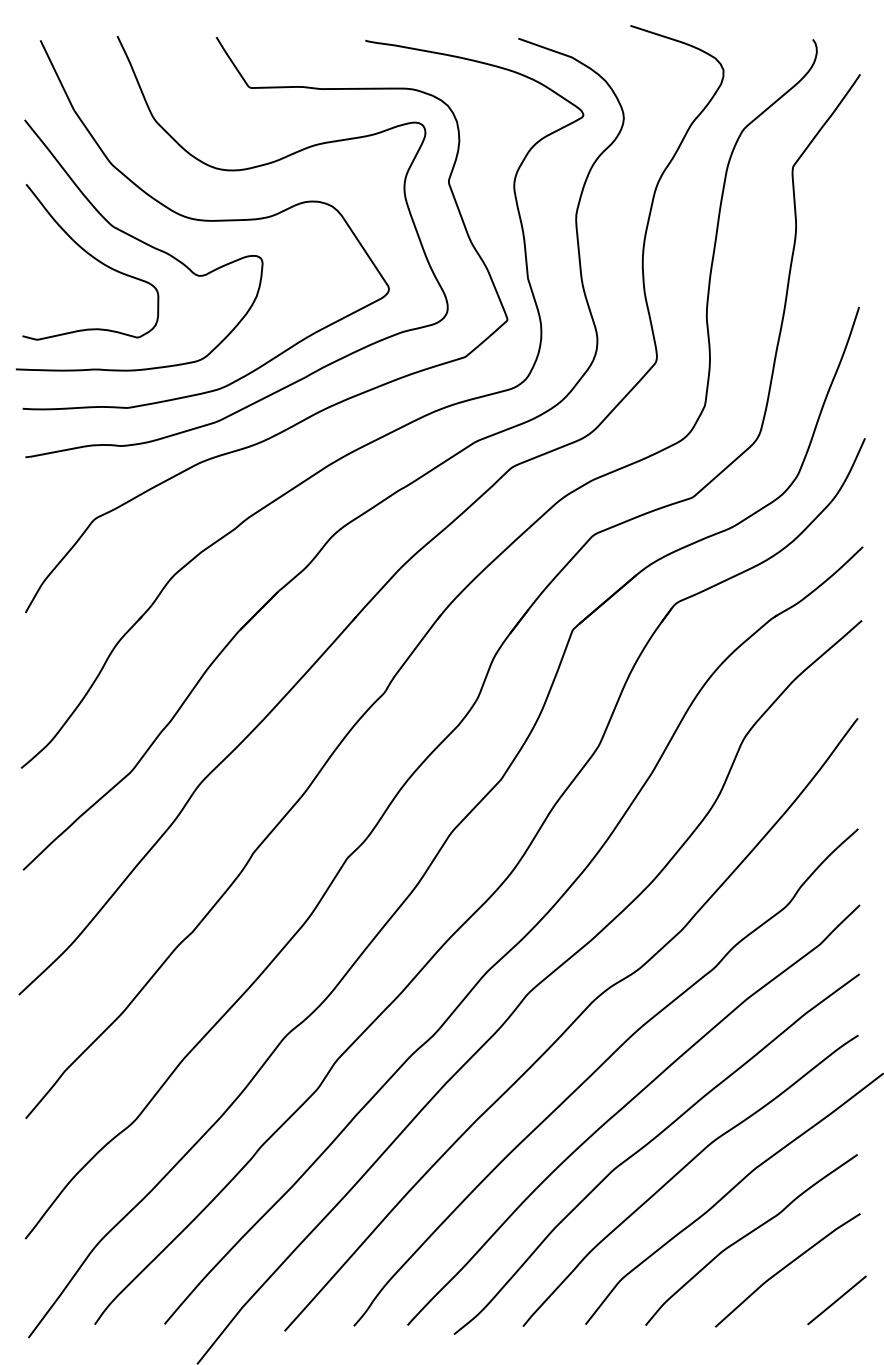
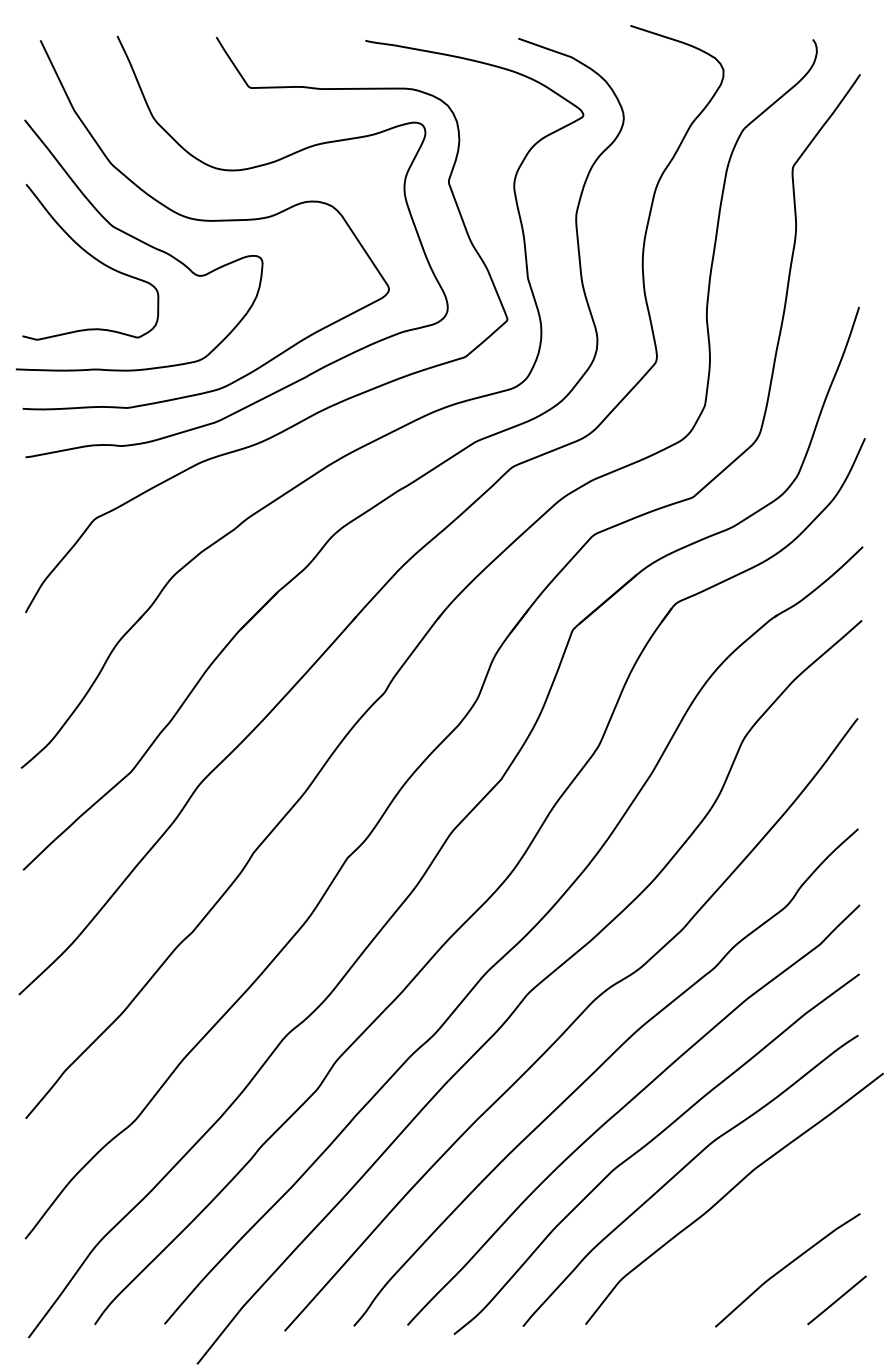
curve at (748, 1235): present -> none
